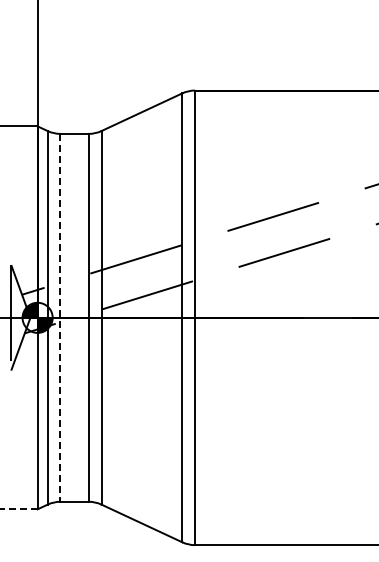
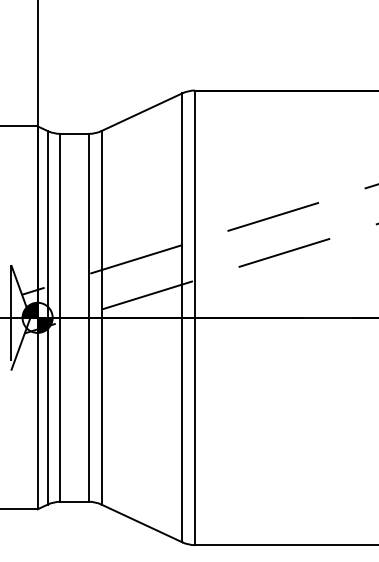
line at (60, 317): dashed -> solid
line at (18, 509): dashed -> solid
